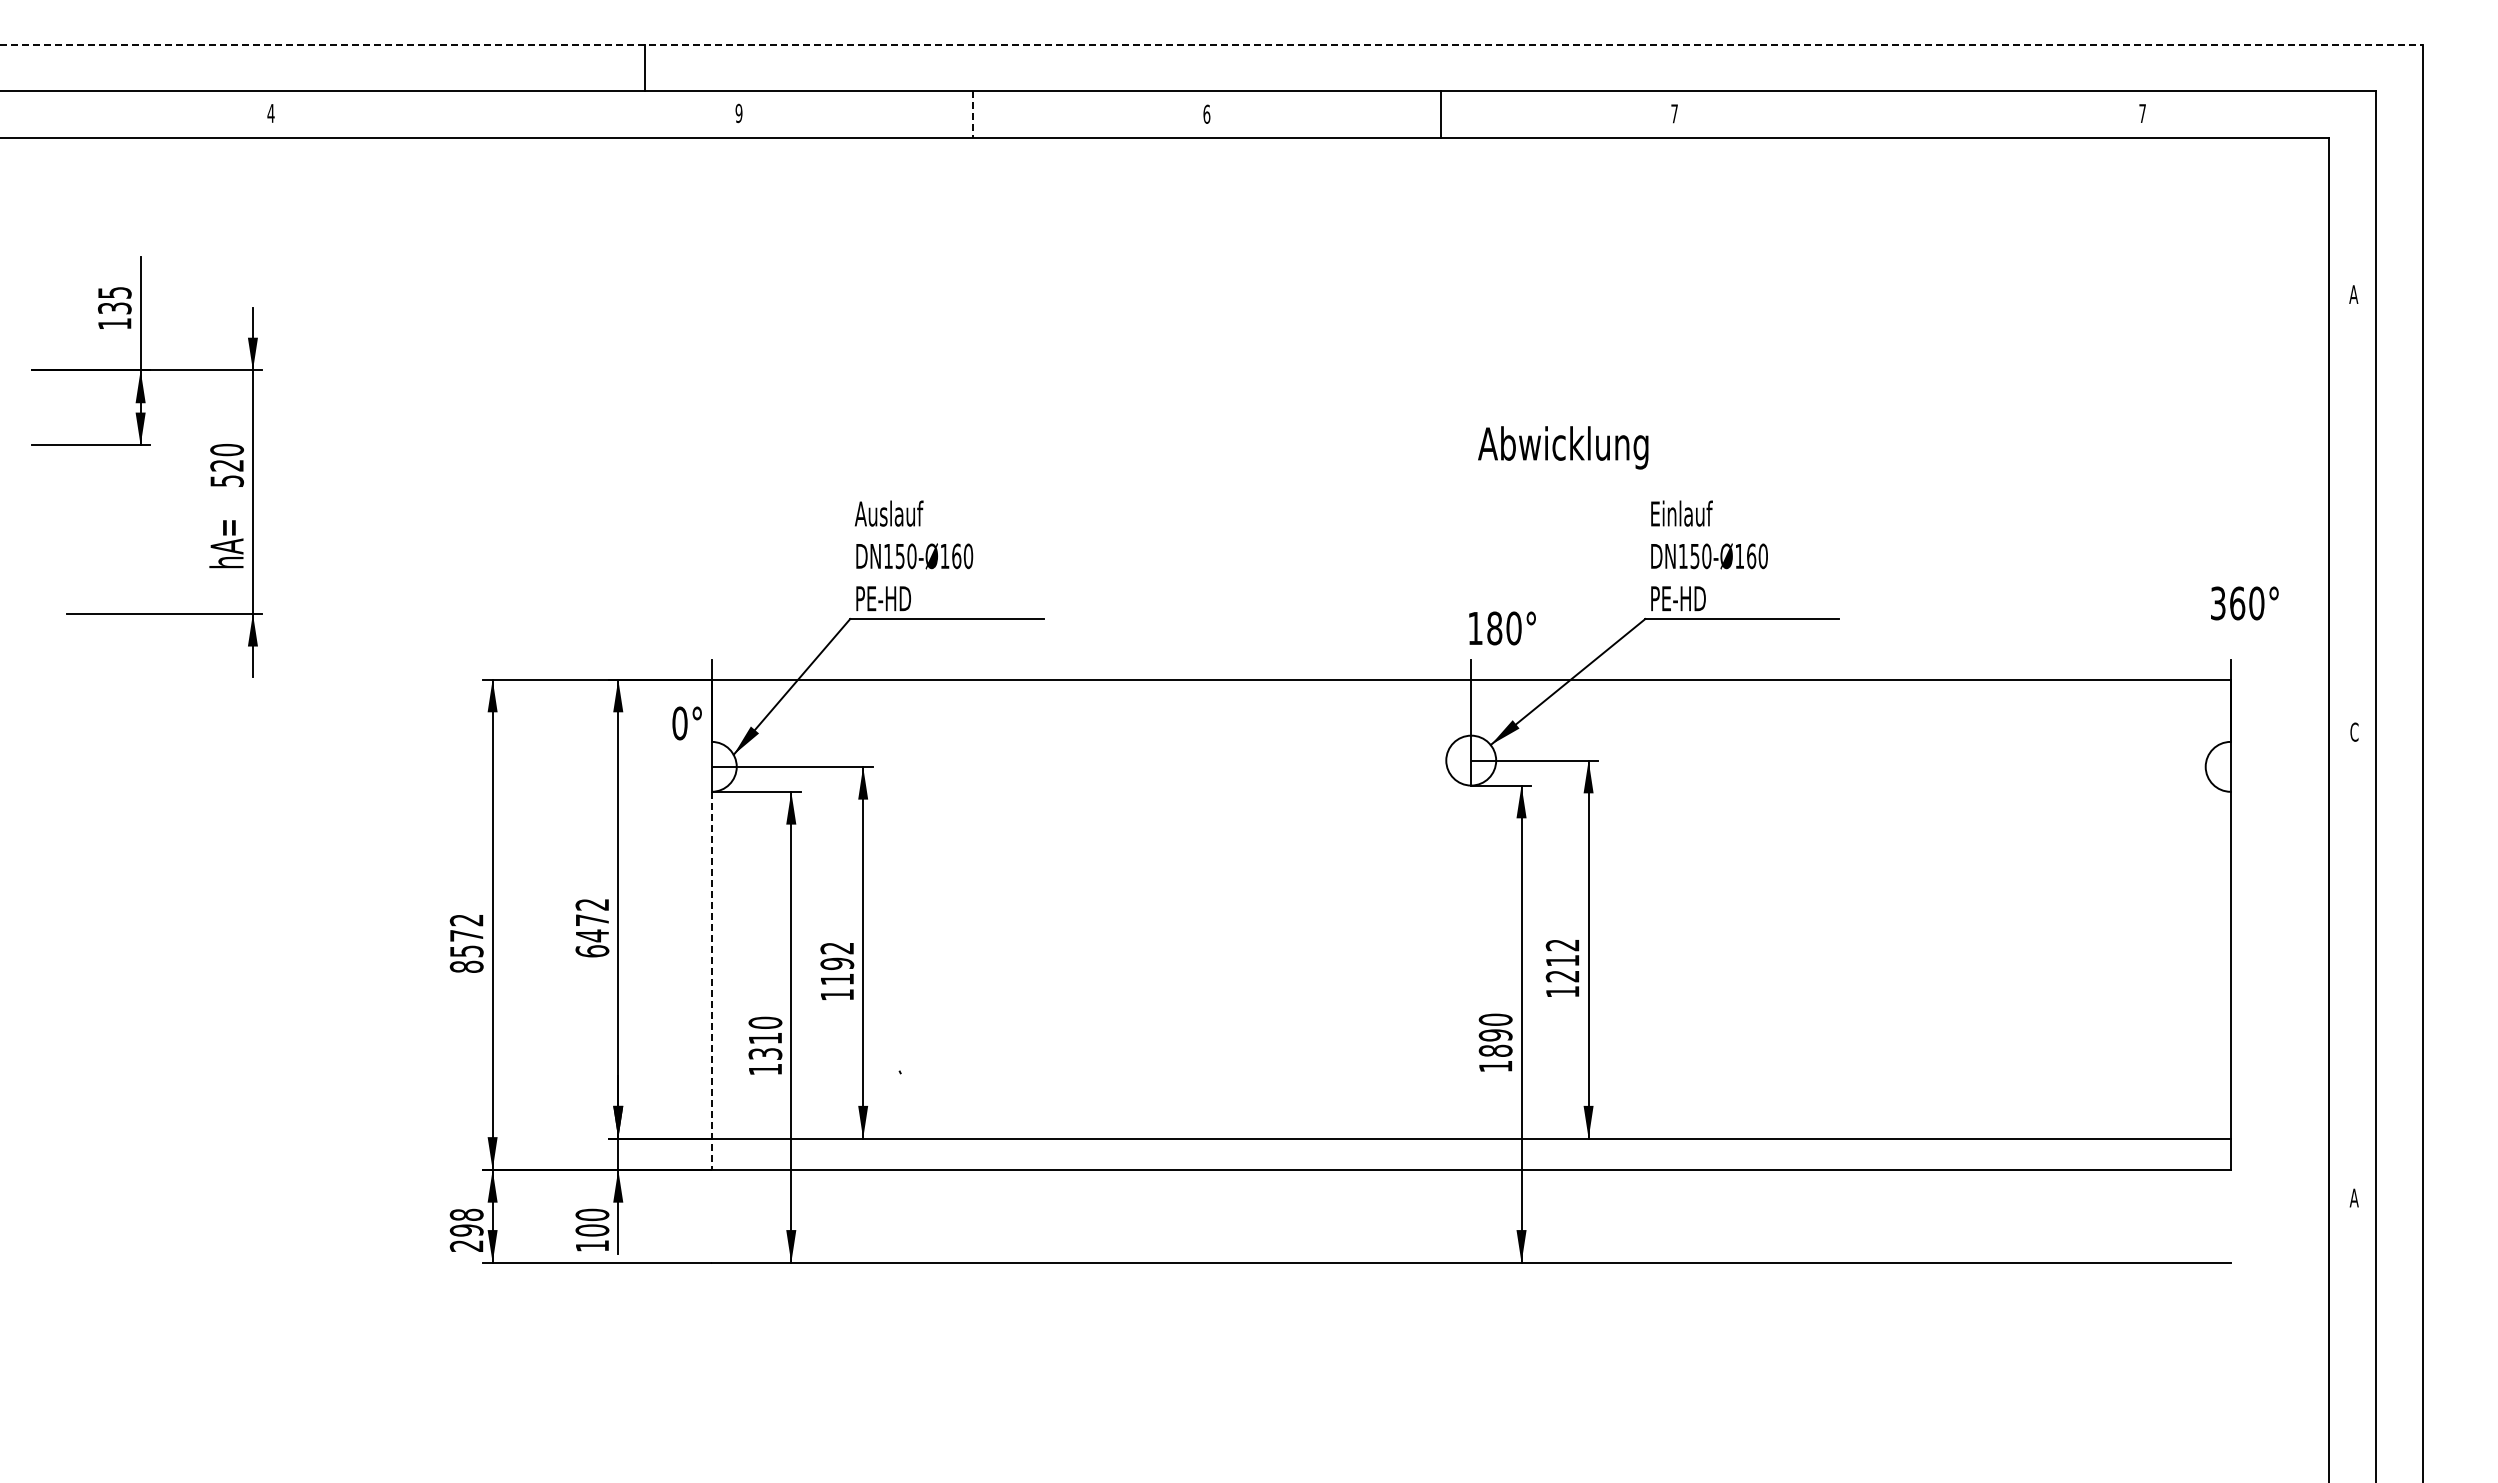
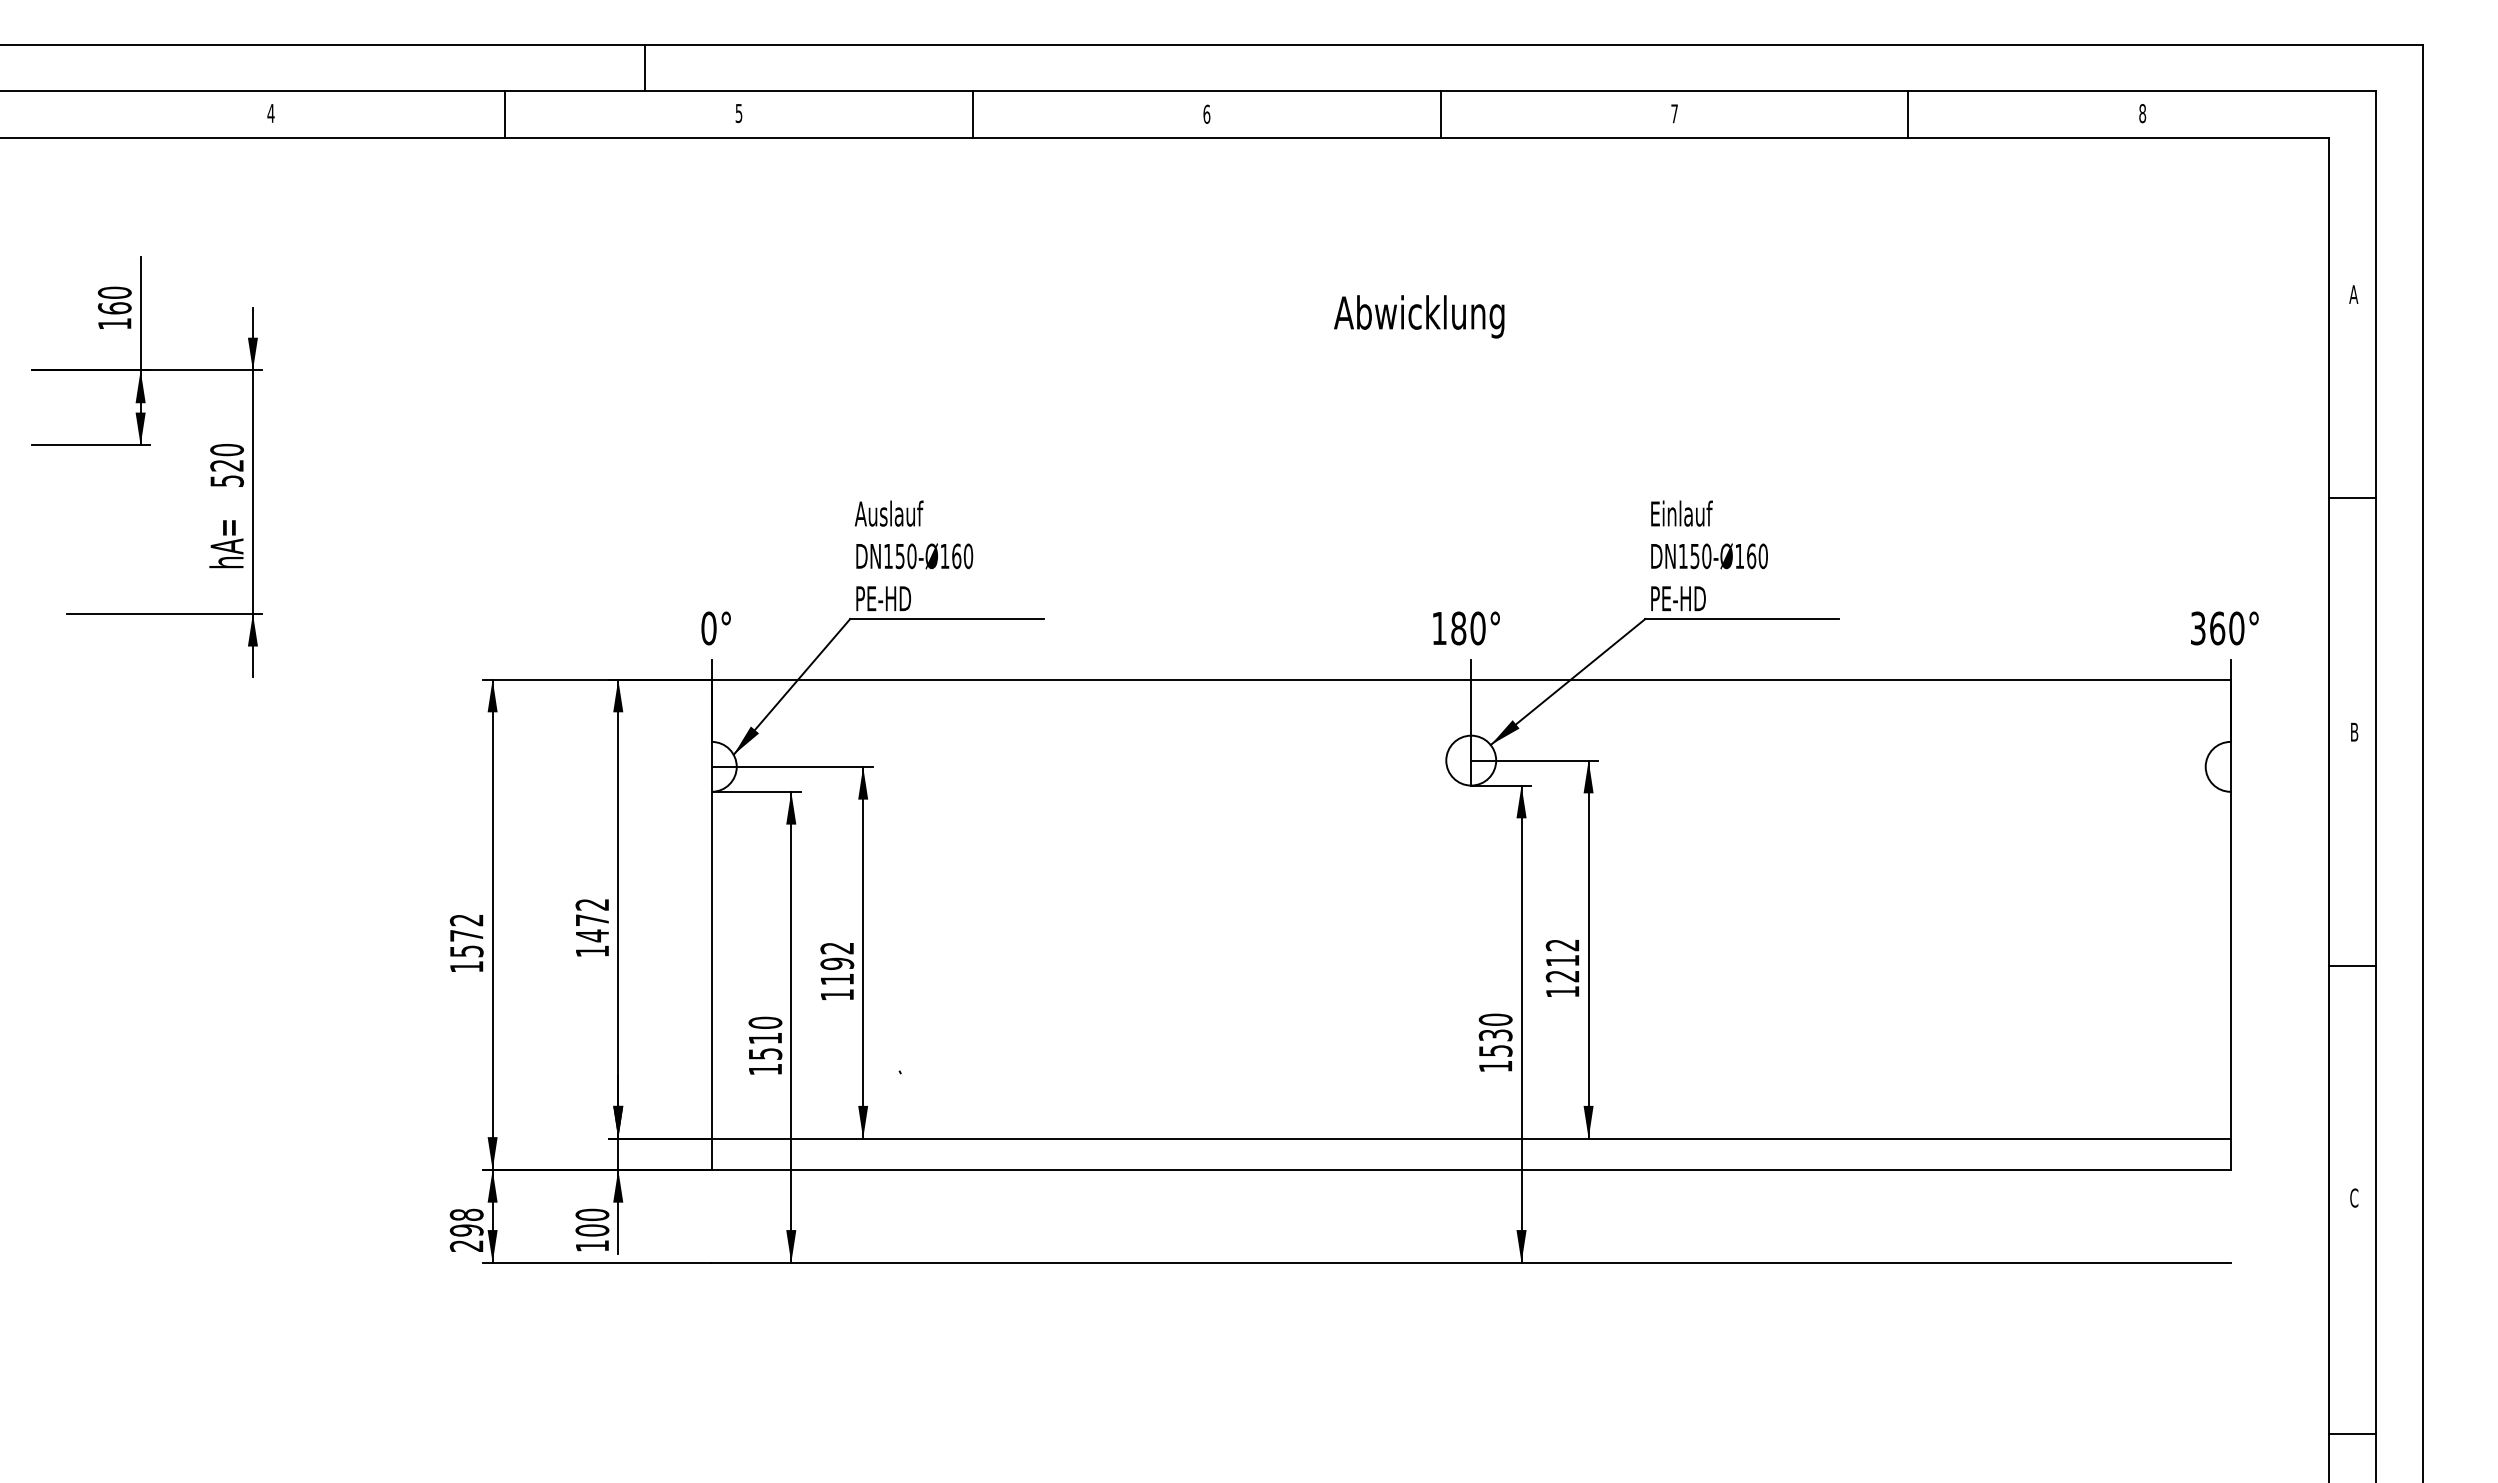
line at (1212, 44): dashed -> solid
text at (738, 112): 9 -> 5
text at (2142, 113): 7 -> 8
line at (504, 114): none -> present
line at (1908, 114): none -> present
line at (972, 115): dashed -> solid
text at (114, 300): 135 -> 160
text at (1563, 447) position: (1563, 447) -> (1419, 316)
line at (2352, 498): none -> present
text at (2244, 603) position: (2244, 603) -> (2224, 628)
text at (1502, 628) position: (1502, 628) -> (1466, 628)
text at (686, 723) position: (686, 723) -> (715, 628)
text at (2354, 731): C -> B
text at (592, 951): 6472 -> 1472
text at (466, 966): 8572 -> 1572
line at (2352, 966): none -> present
line at (711, 981): dashed -> solid
text at (1495, 1042): 1890 -> 1530
text at (764, 1053): 1310 -> 1510
text at (2353, 1197): A -> C
line at (2352, 1434): none -> present
